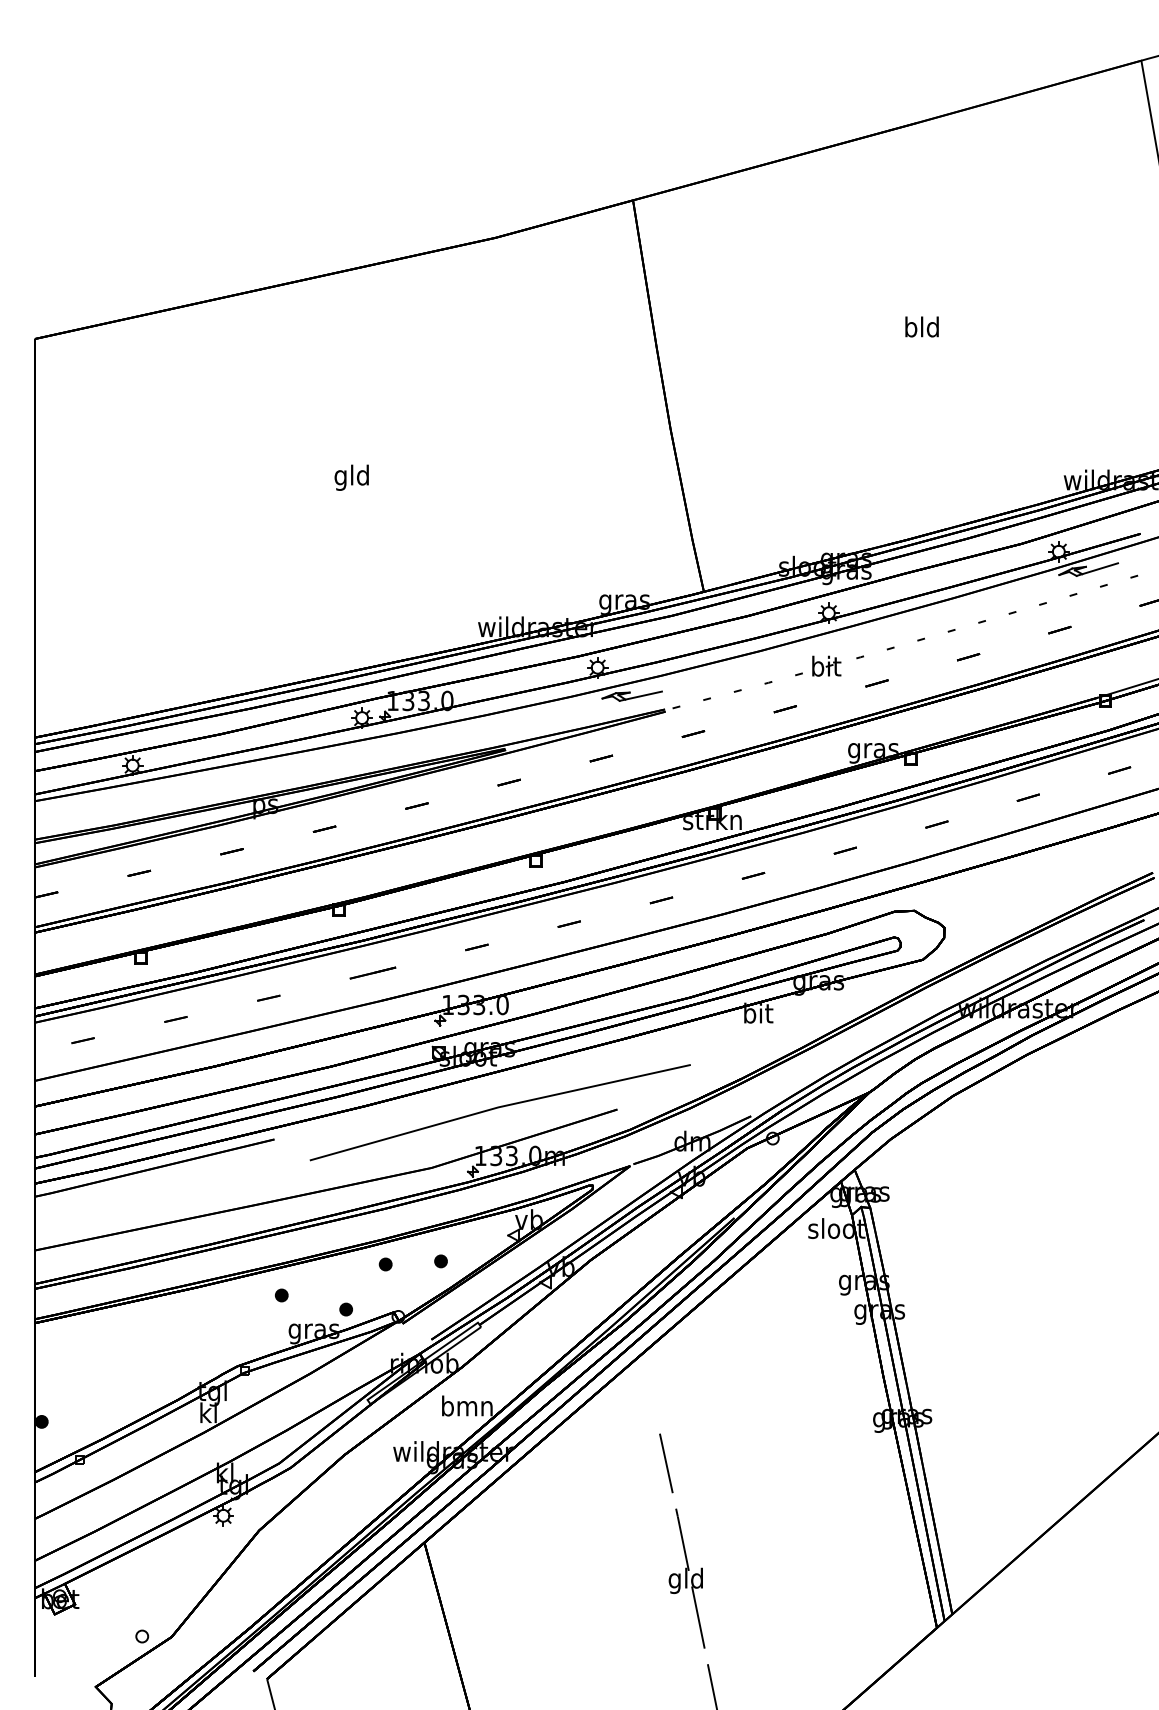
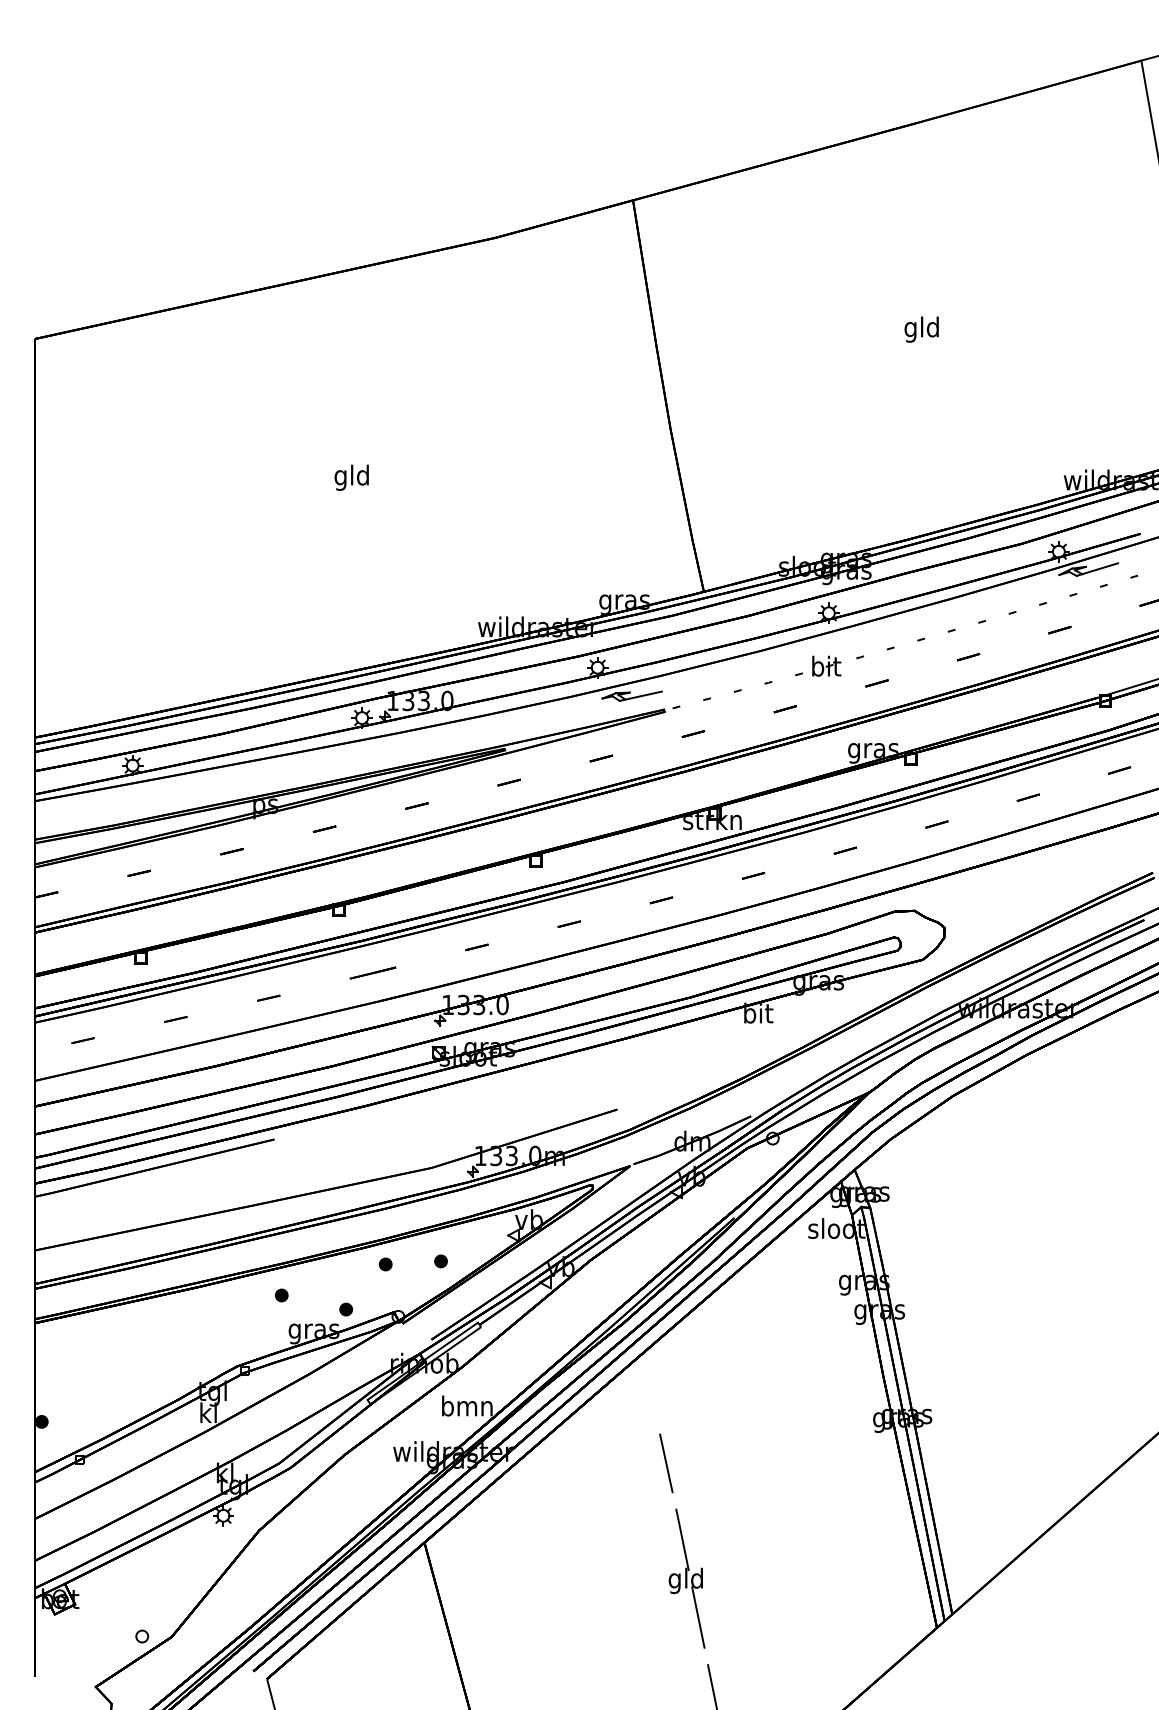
text at (910, 329): bld -> gld
line at (499, 1108): present -> none
